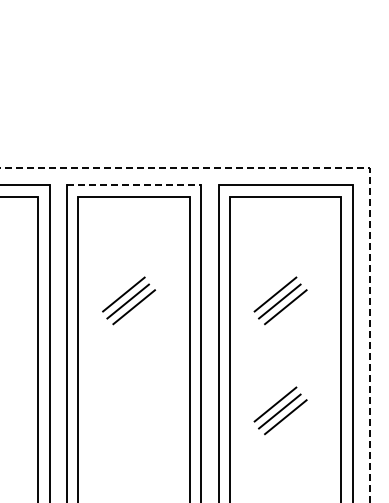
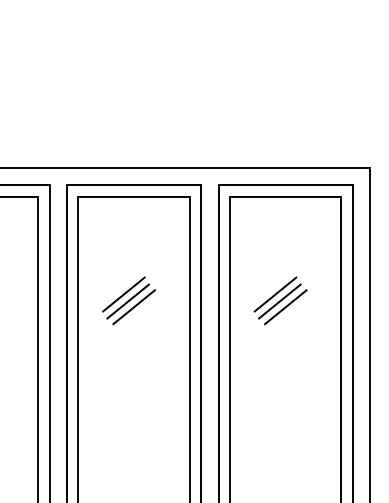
line at (353, 168): dashed -> solid
line at (134, 185): dashed -> solid
part at (280, 410): present -> none
